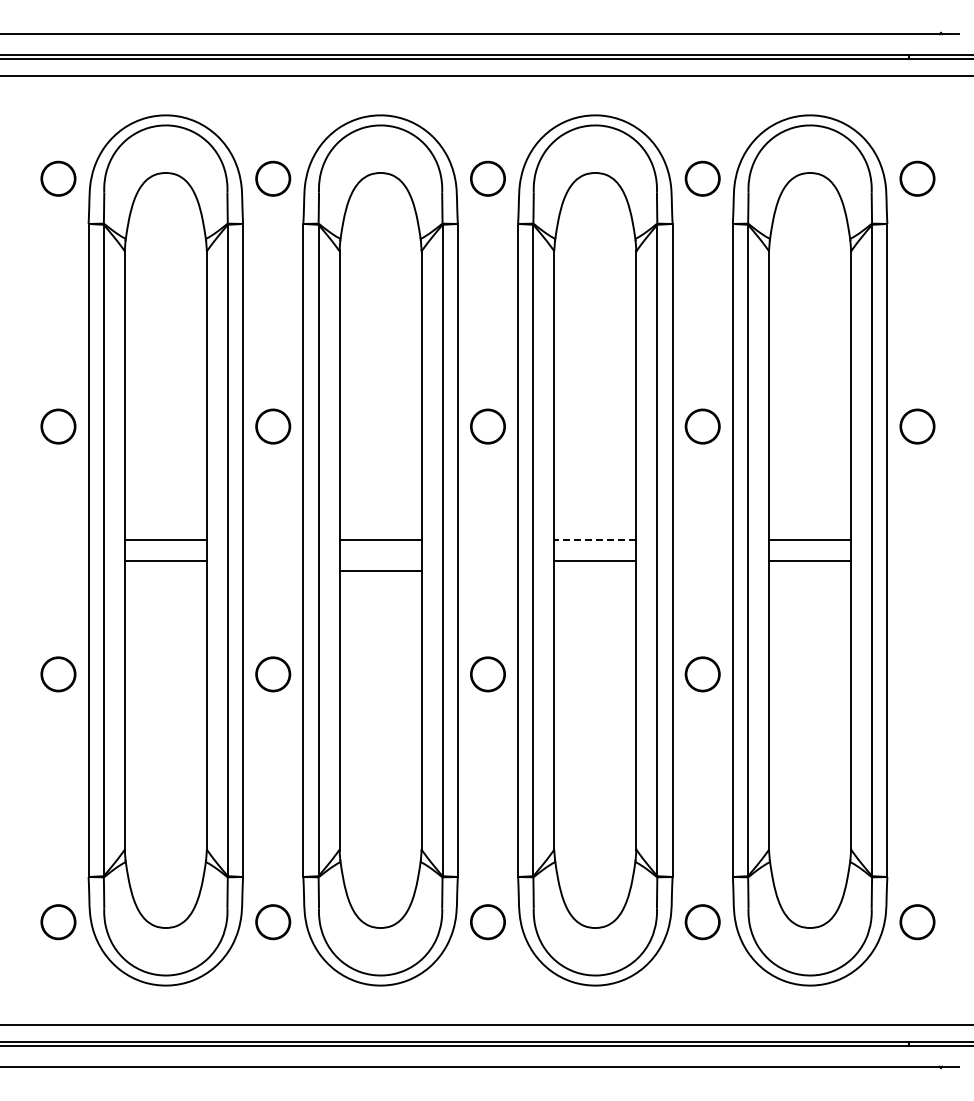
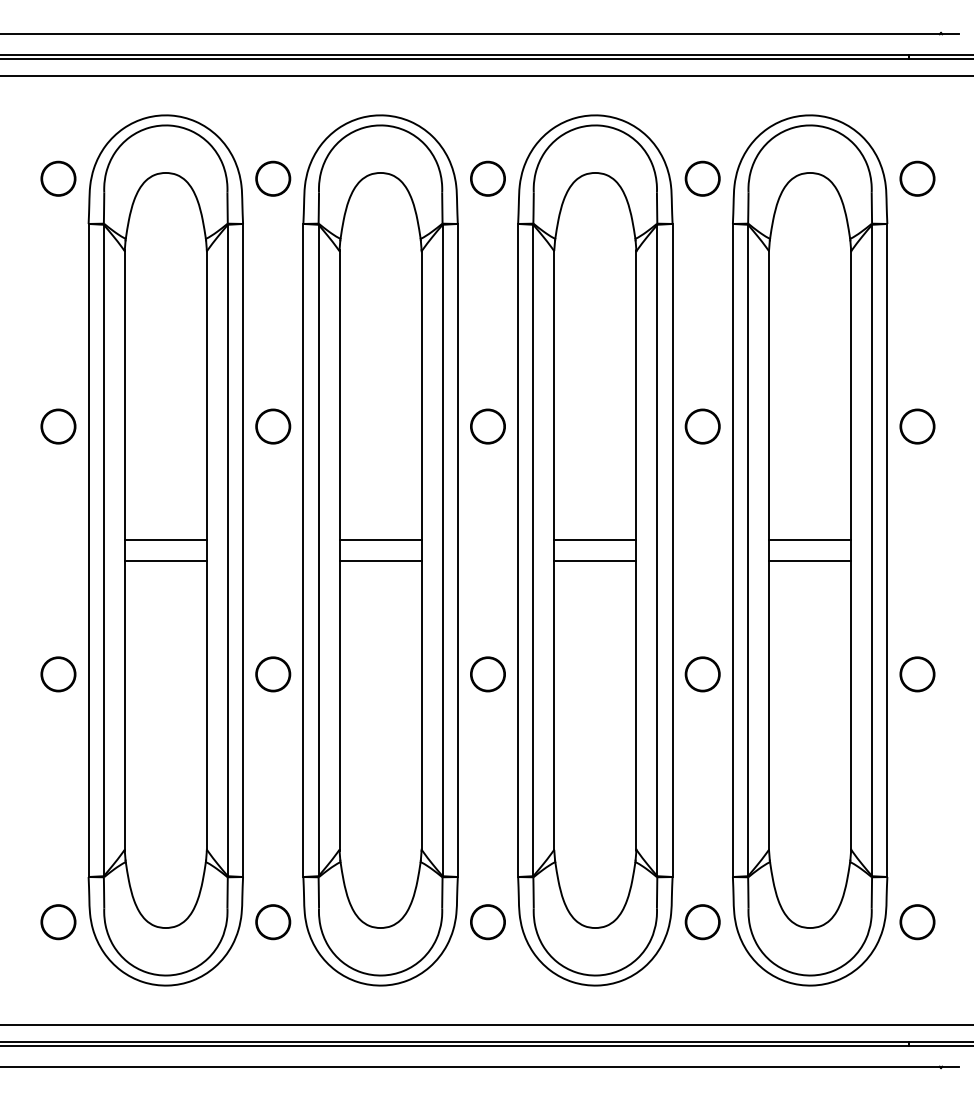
line at (594, 540): dashed -> solid
line at (380, 570) position: (380, 570) -> (380, 560)
circle at (917, 674): none -> present
